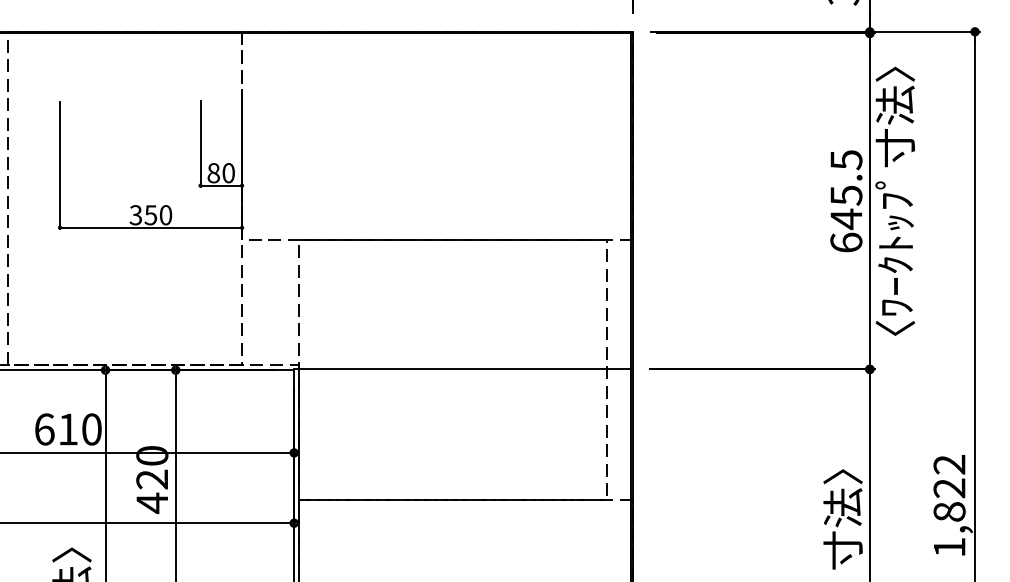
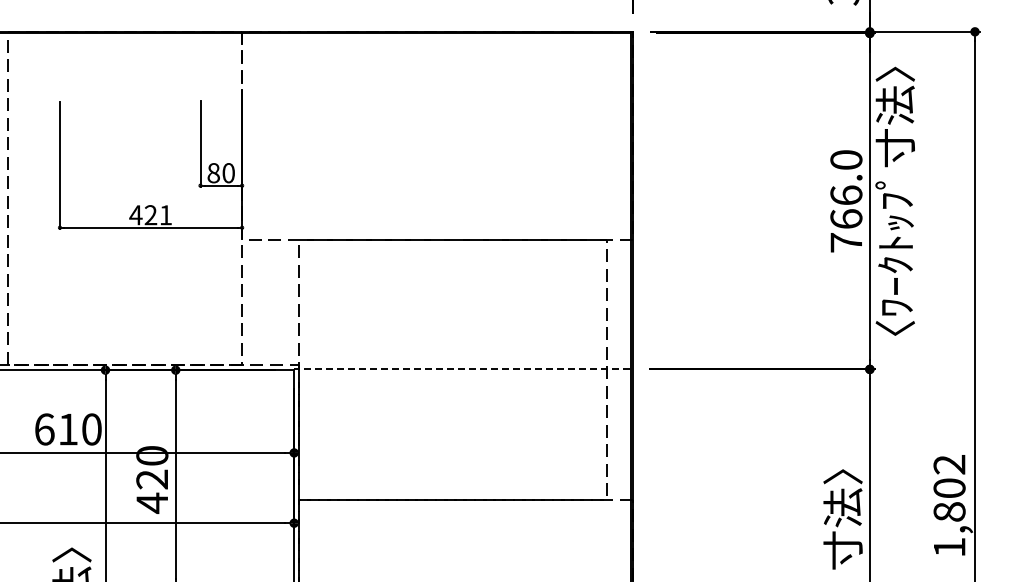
text at (846, 201): 645.5 -> 766.0
text at (150, 215): 350 -> 421
line at (462, 369): solid -> dashed
text at (949, 488): 1,822 -> 1,802
